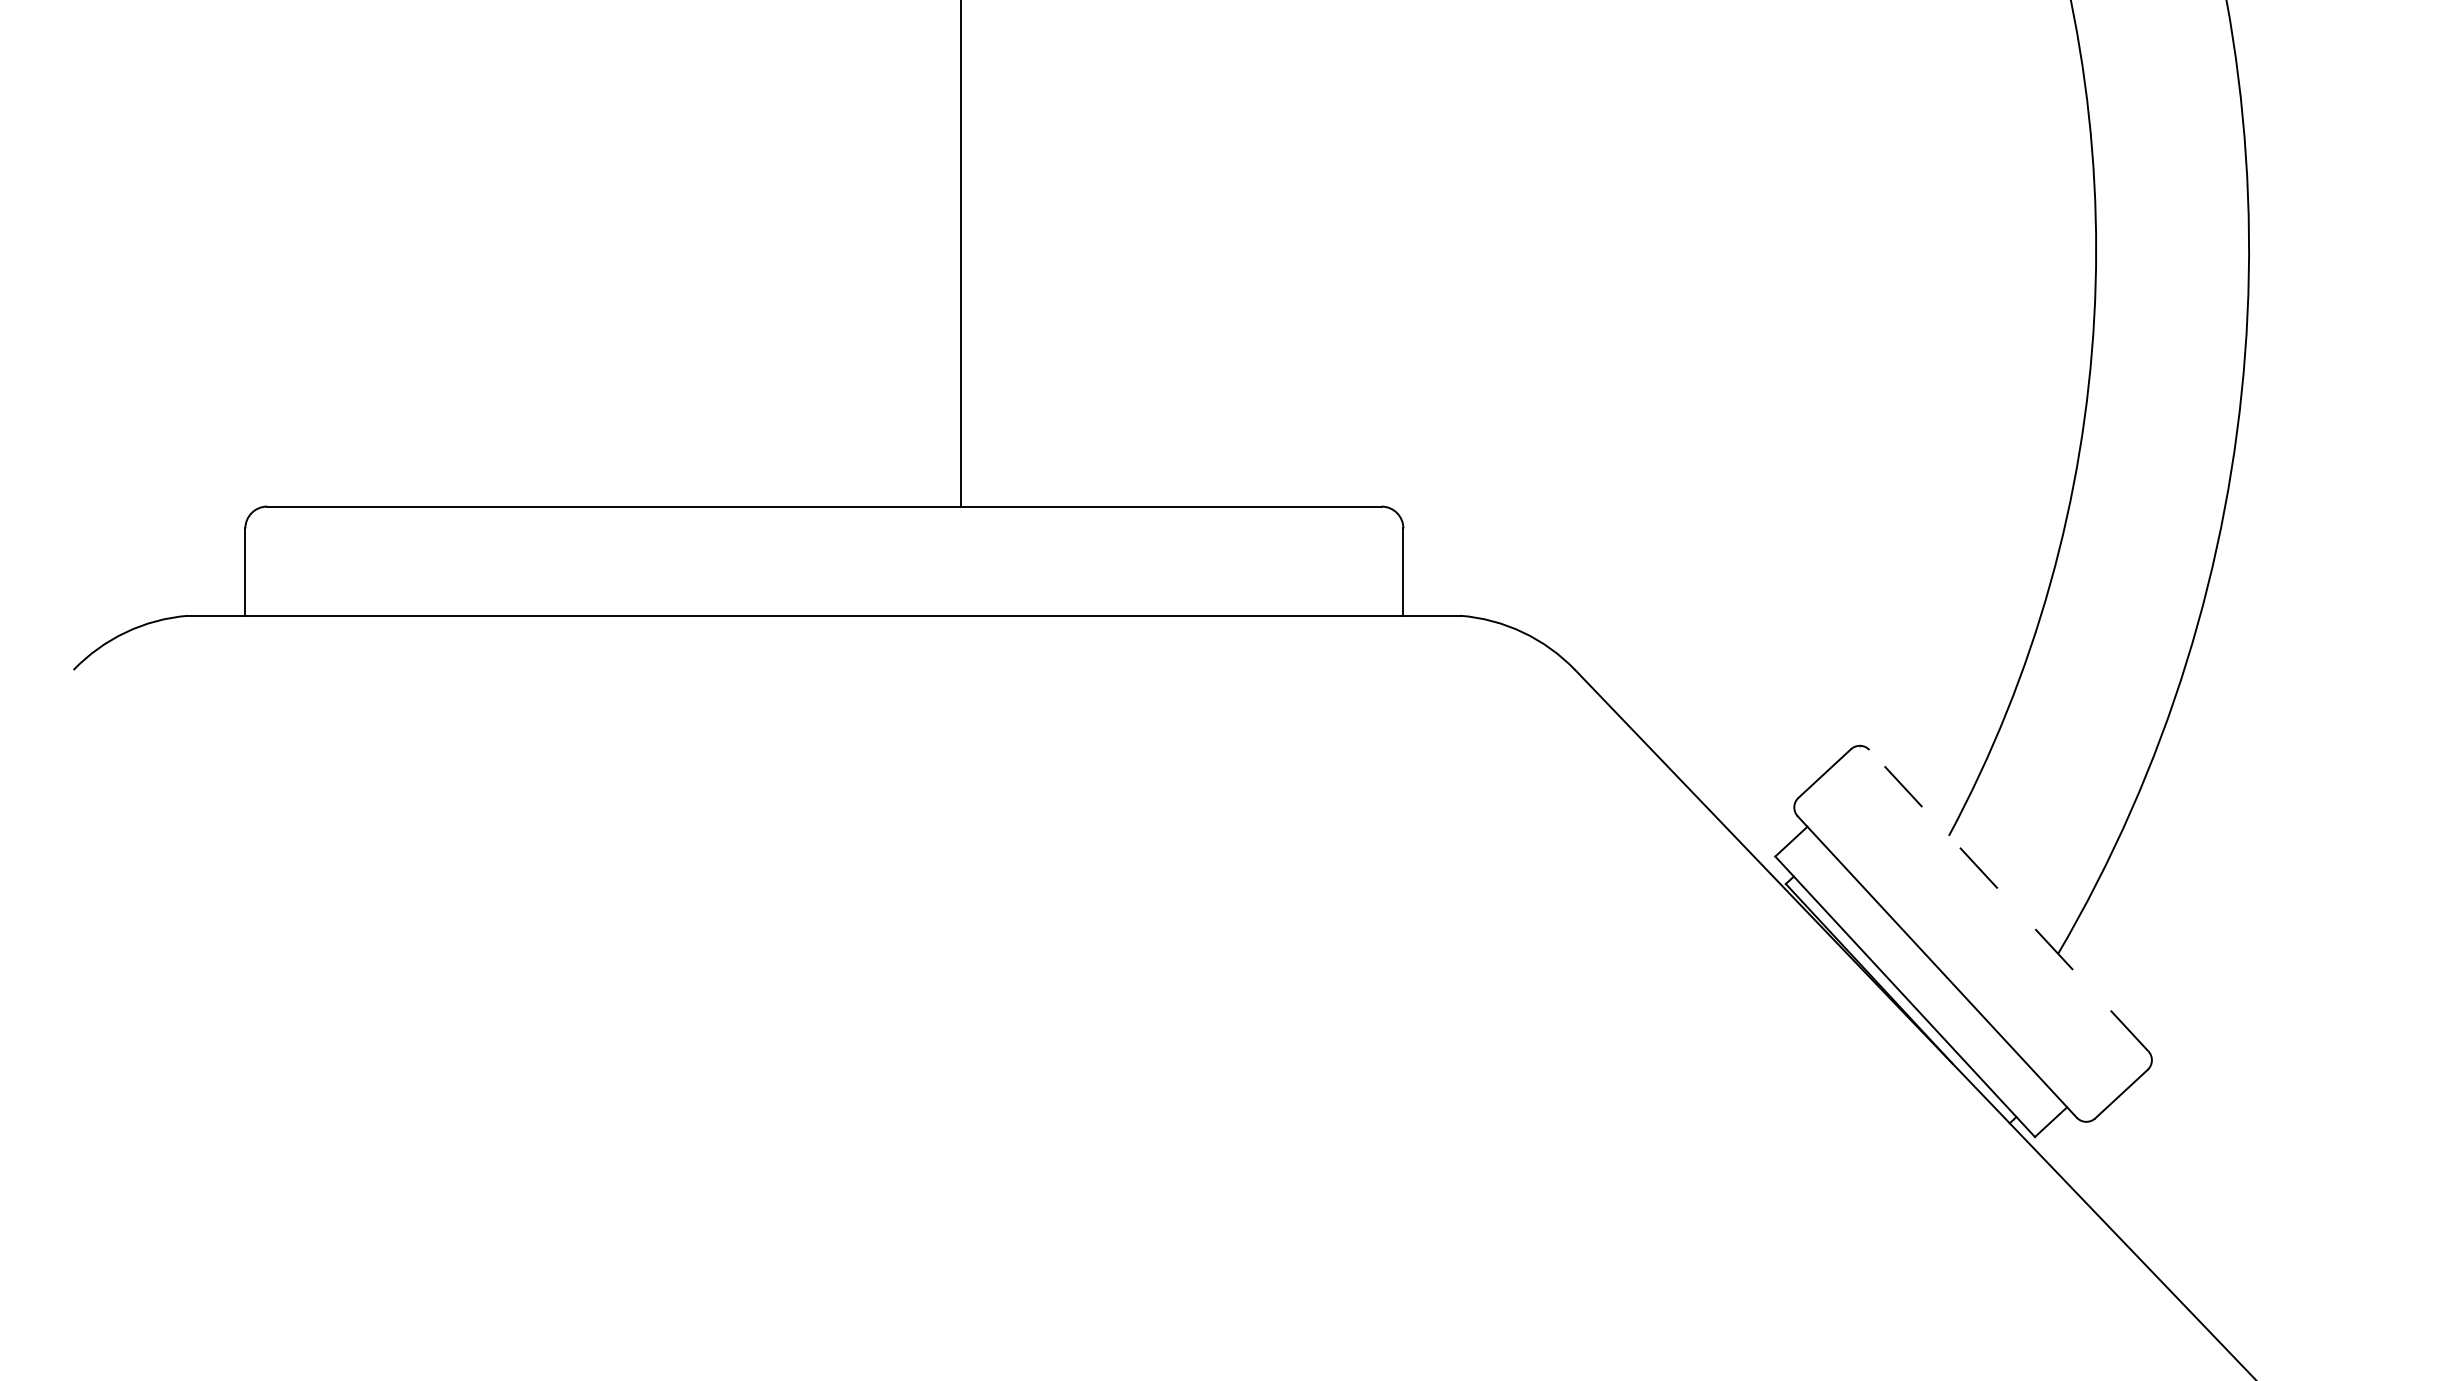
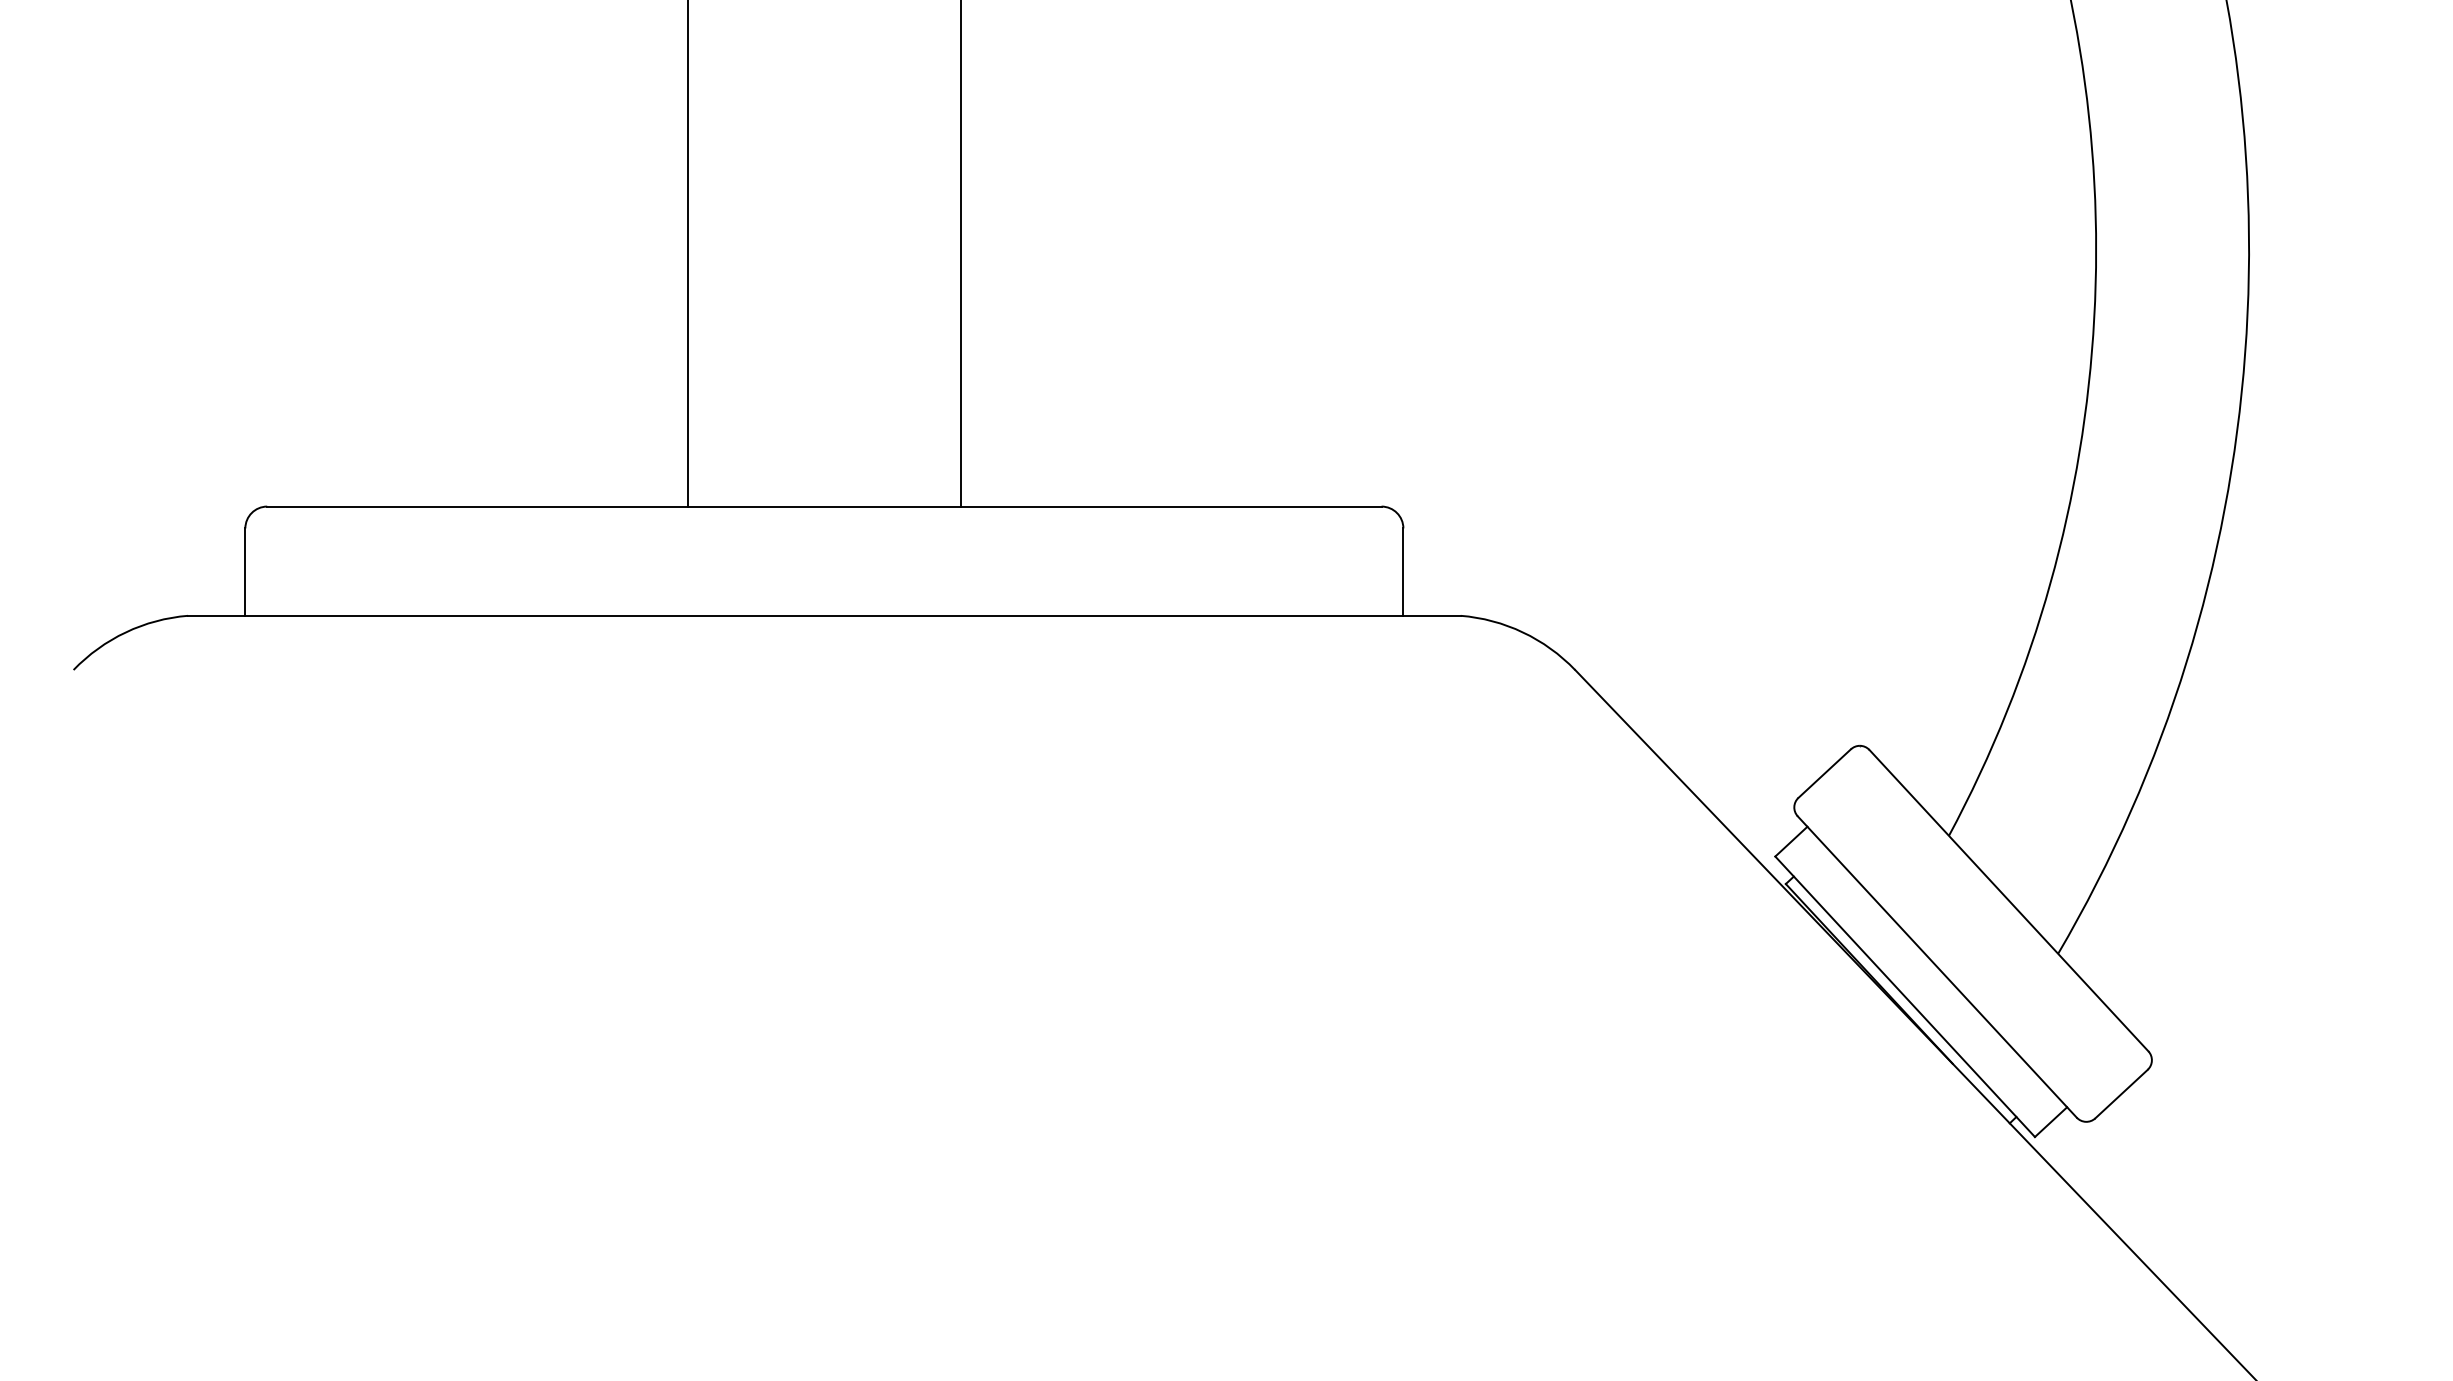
line at (687, 254): none -> present
line at (2008, 900): dashed -> solid
